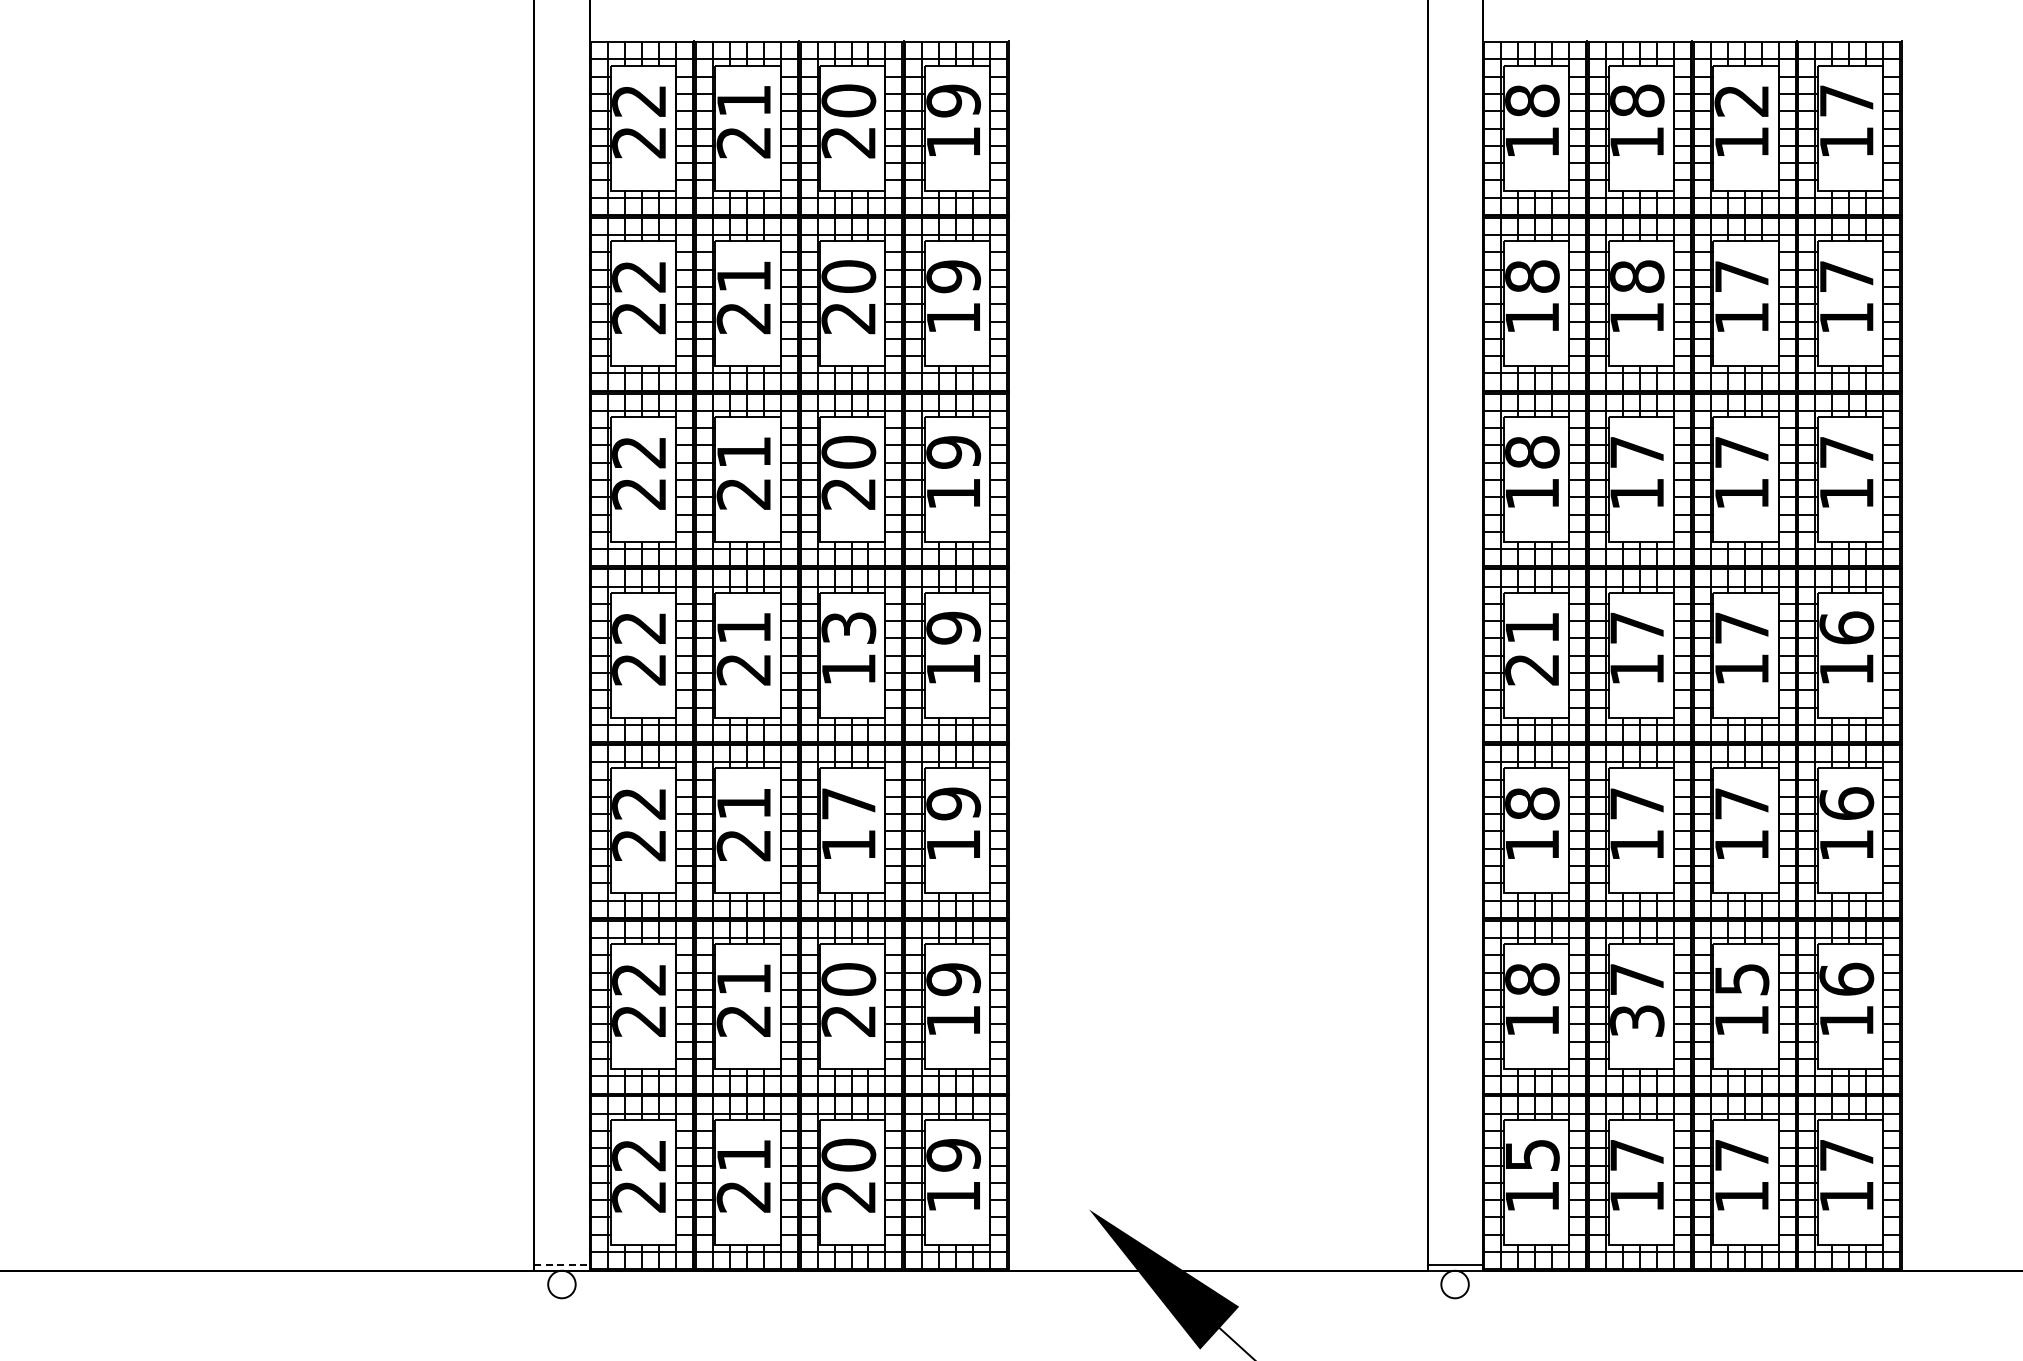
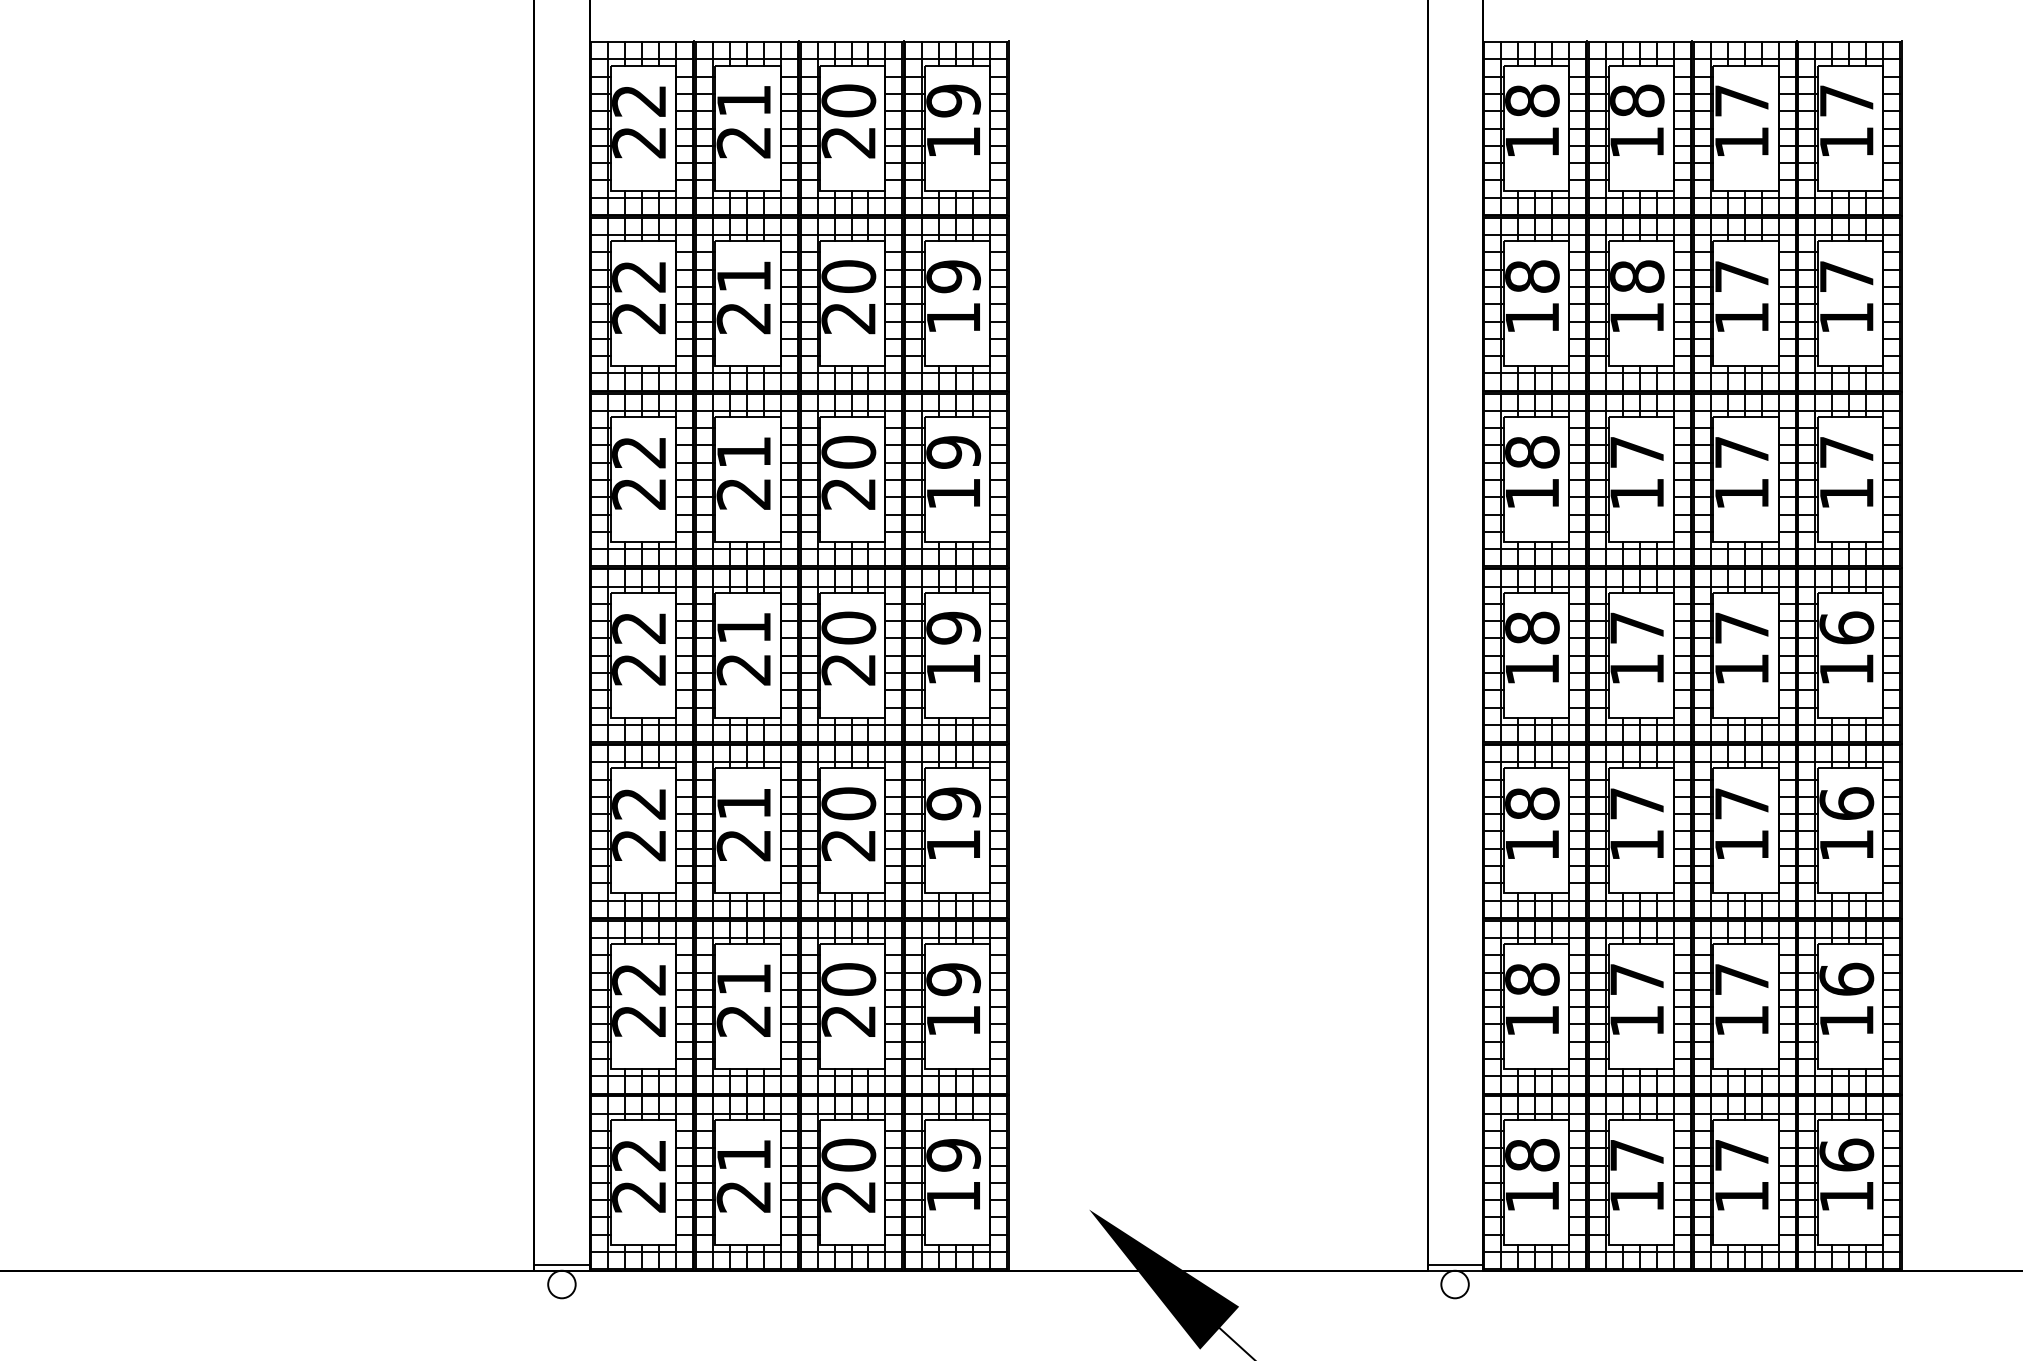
text at (1741, 100): 12 -> 17
text at (848, 648): 13 -> 20
text at (1532, 648): 21 -> 18
text at (848, 824): 17 -> 20
text at (1742, 979): 15 -> 17
text at (1637, 1020): 37 -> 17
text at (1532, 1154): 15 -> 18
text at (1846, 1154): 17 -> 16
line at (561, 1265): dashed -> solid
